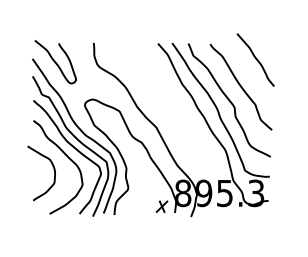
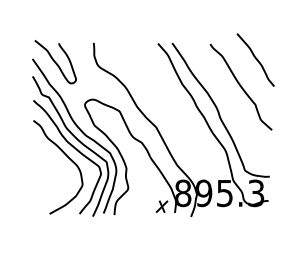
curve at (228, 100): present -> none
curve at (53, 170): present -> none
